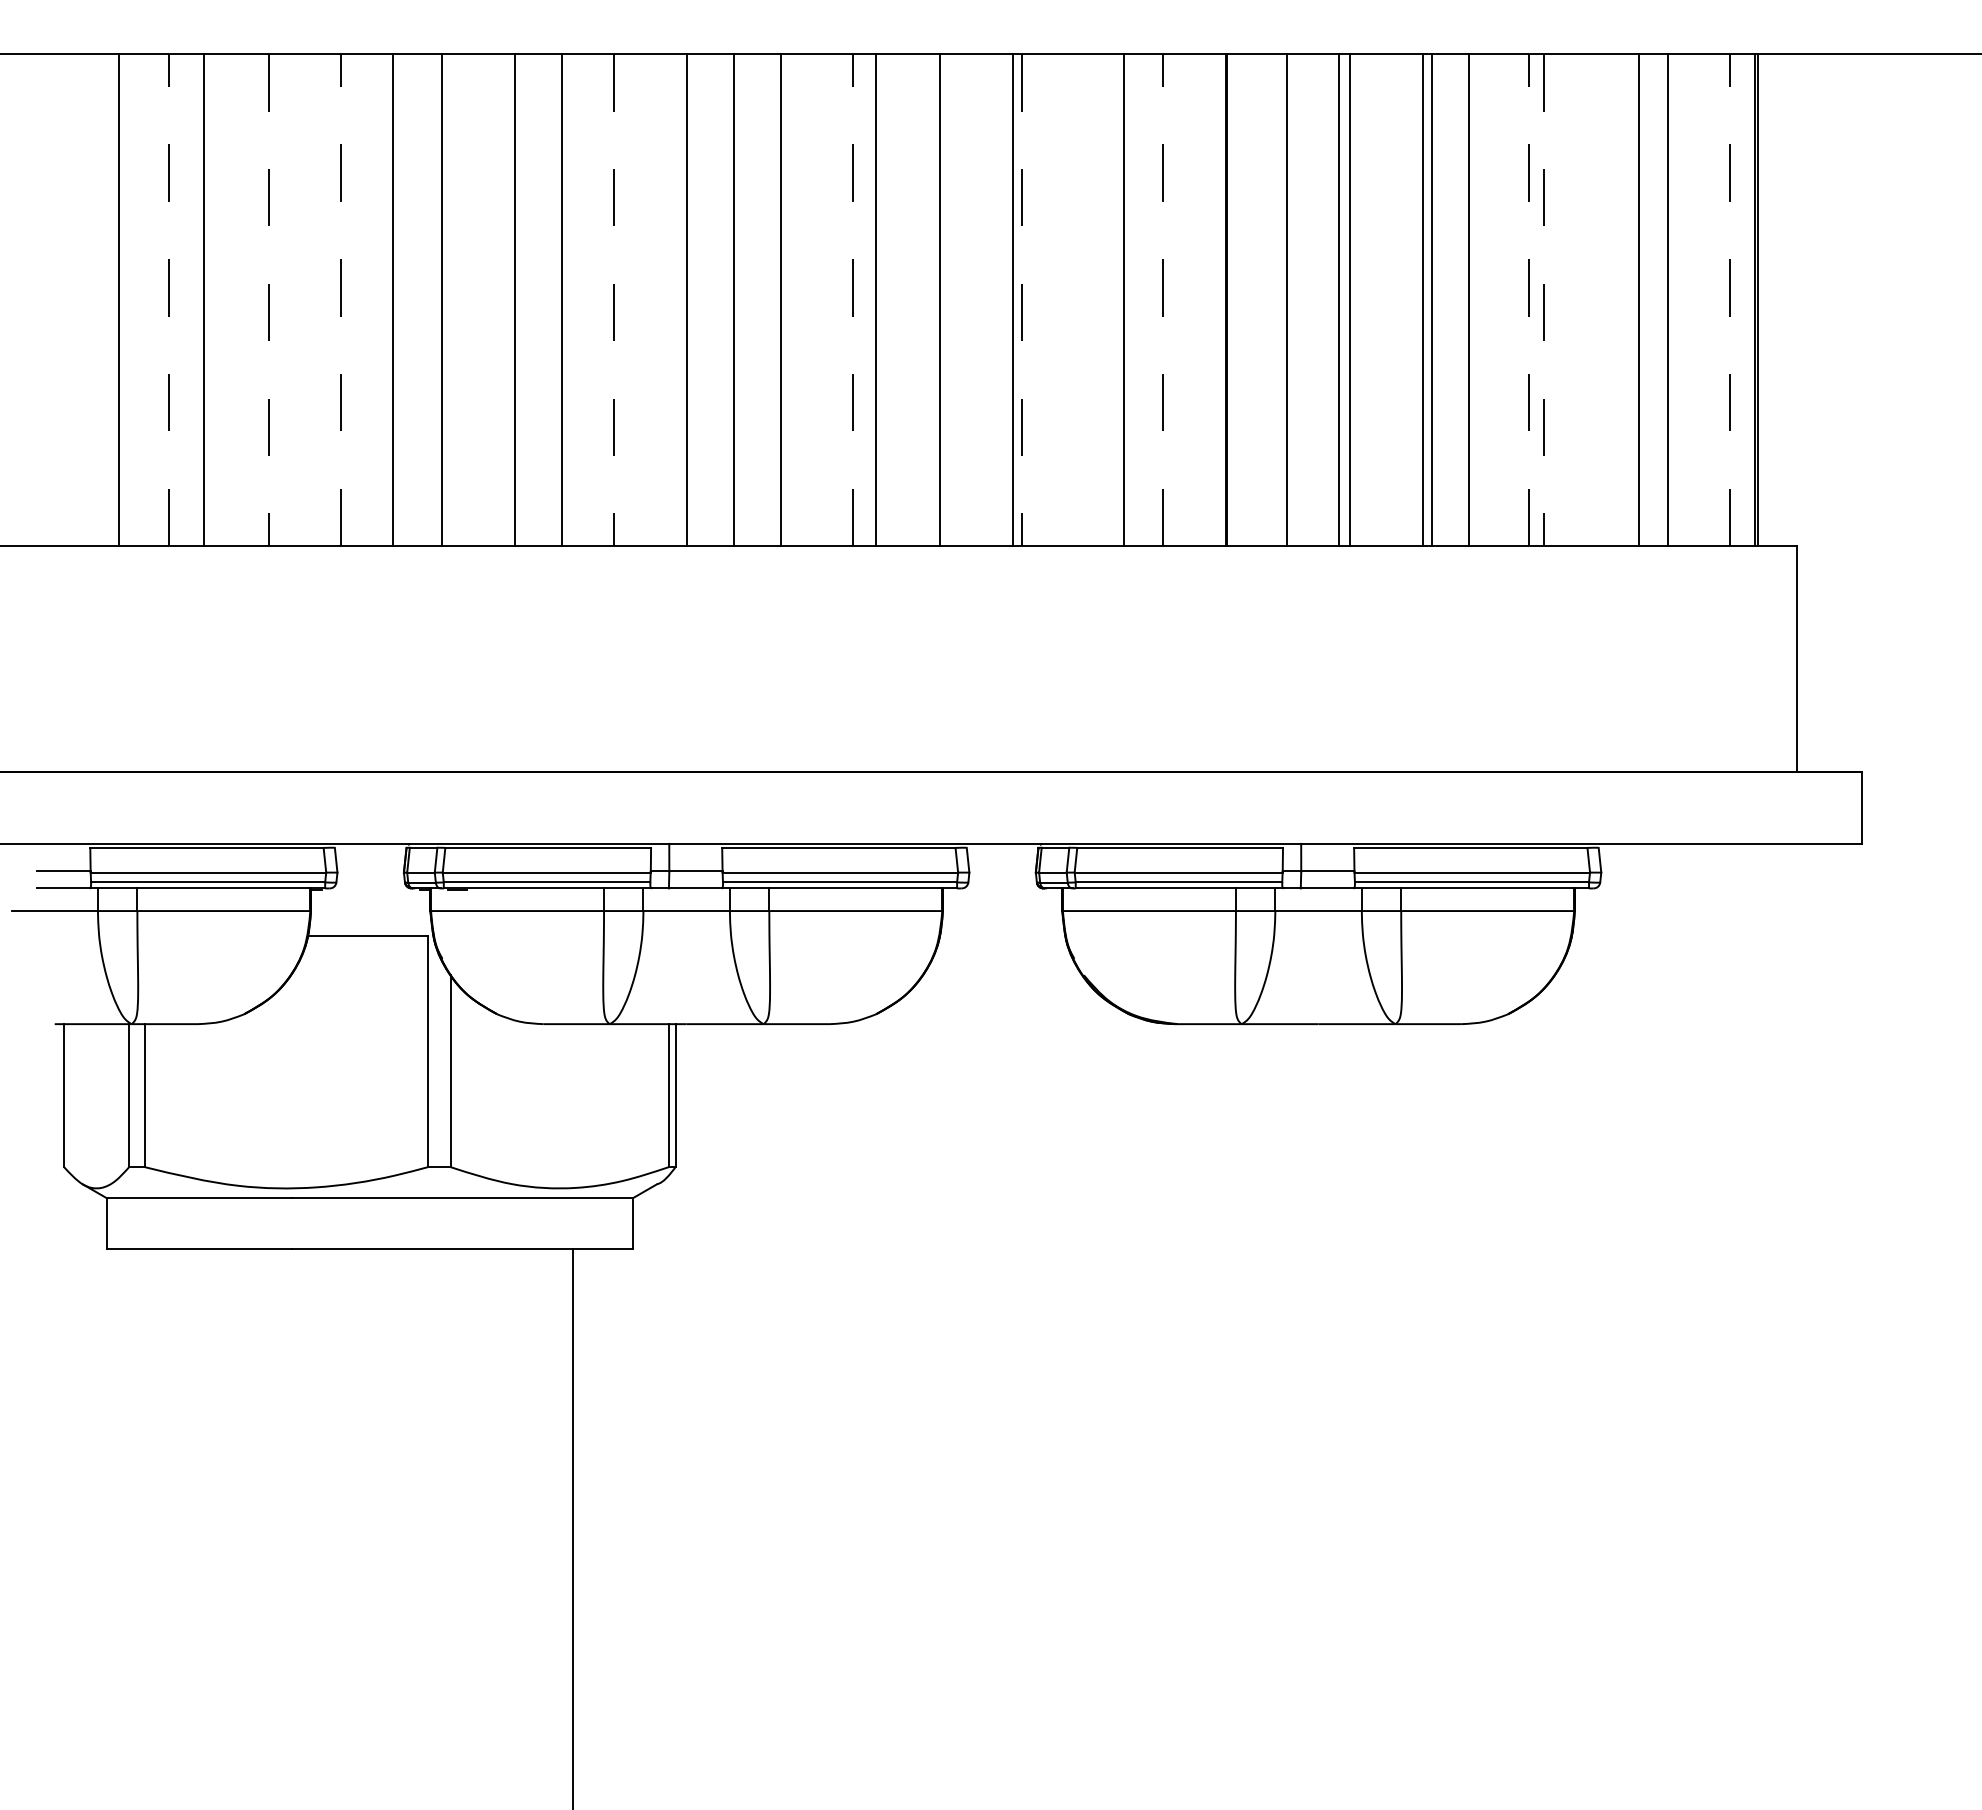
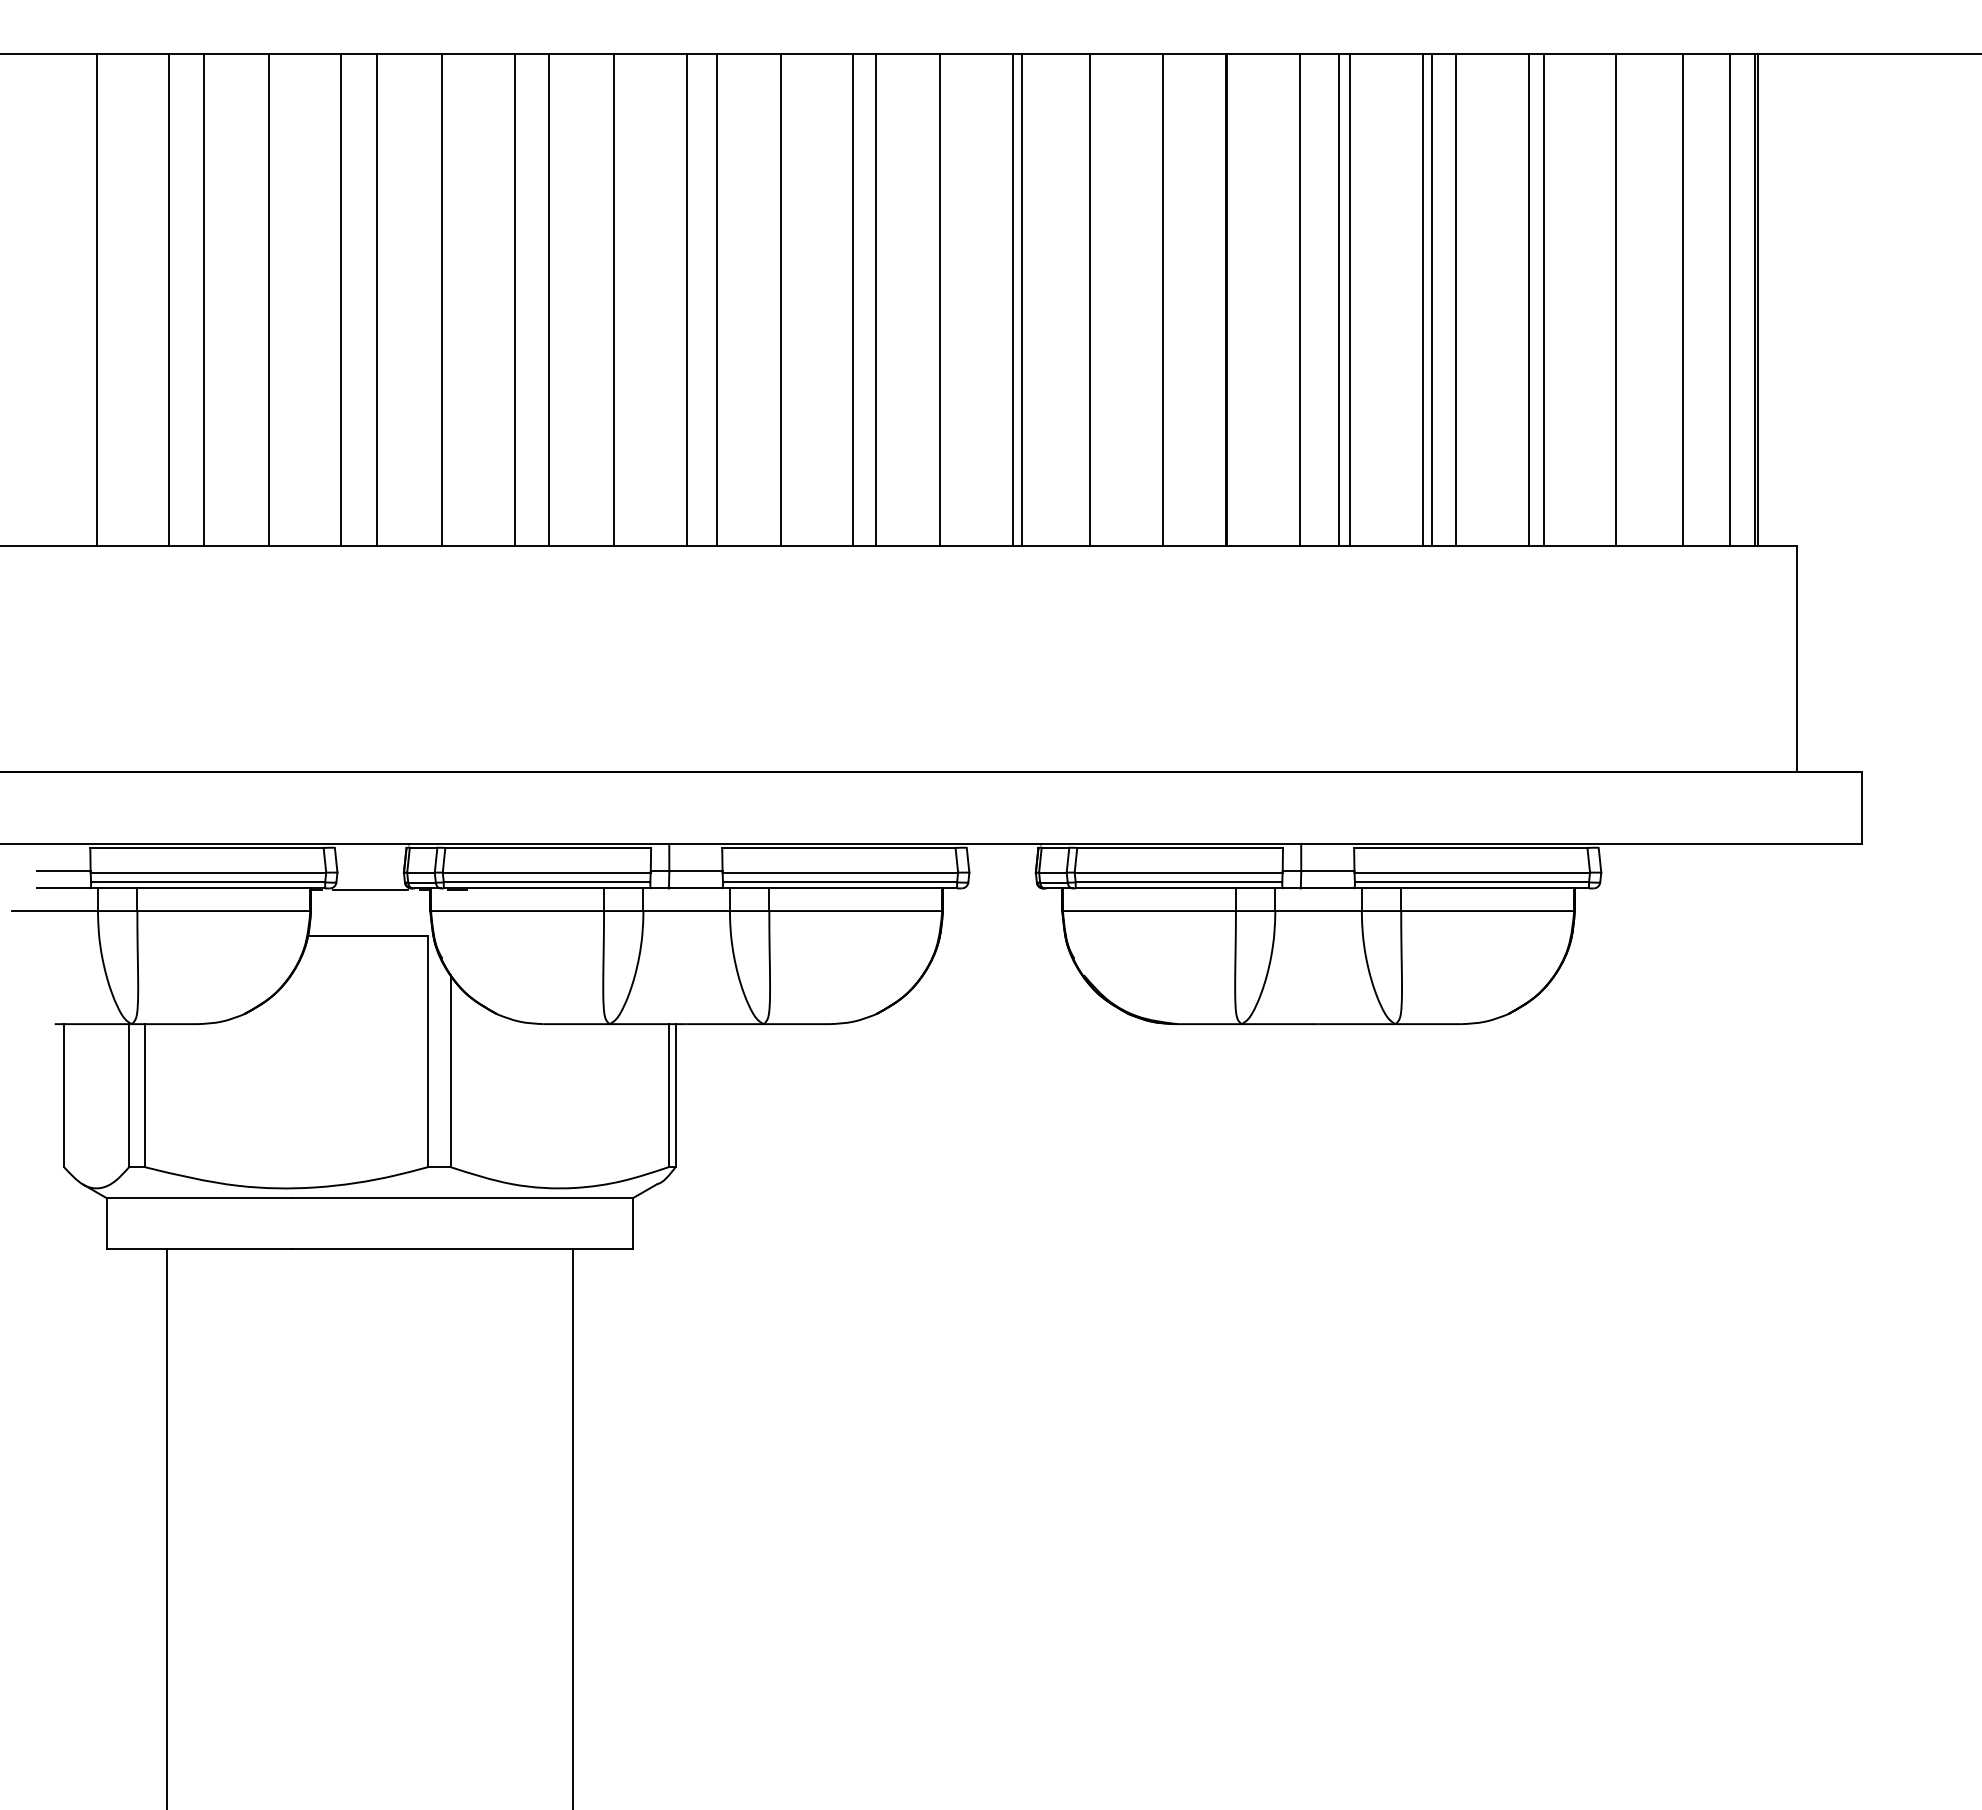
line at (118, 299) position: (118, 299) -> (96, 299)
line at (393, 299) position: (393, 299) -> (377, 299)
line at (562, 299) position: (562, 299) -> (549, 299)
line at (733, 299) position: (733, 299) -> (716, 299)
line at (1124, 299) position: (1124, 299) -> (1090, 299)
line at (1286, 299) position: (1286, 299) -> (1299, 299)
line at (1469, 299) position: (1469, 299) -> (1456, 299)
line at (1639, 299) position: (1639, 299) -> (1616, 299)
line at (1668, 299) position: (1668, 299) -> (1683, 299)
line at (169, 300): dashed -> solid
line at (268, 300): dashed -> solid
line at (341, 300): dashed -> solid
line at (614, 300): dashed -> solid
line at (853, 300): dashed -> solid
line at (1022, 300): dashed -> solid
line at (1162, 300): dashed -> solid
line at (1528, 300): dashed -> solid
line at (1543, 300): dashed -> solid
line at (1730, 300): dashed -> solid
line at (370, 889): none -> present
line at (167, 1527): none -> present
